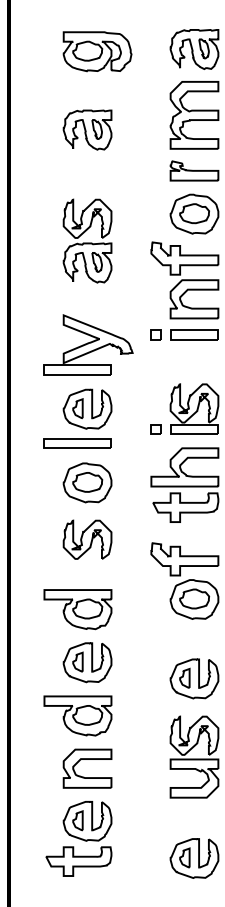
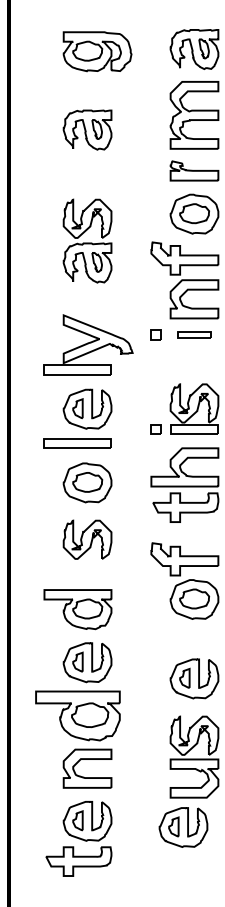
part at (194, 334) size: 49x12 px -> 35x8 px
part at (77, 715) size: 70x42 px -> 86x52 px
part at (194, 858) position: (194, 858) -> (183, 827)
